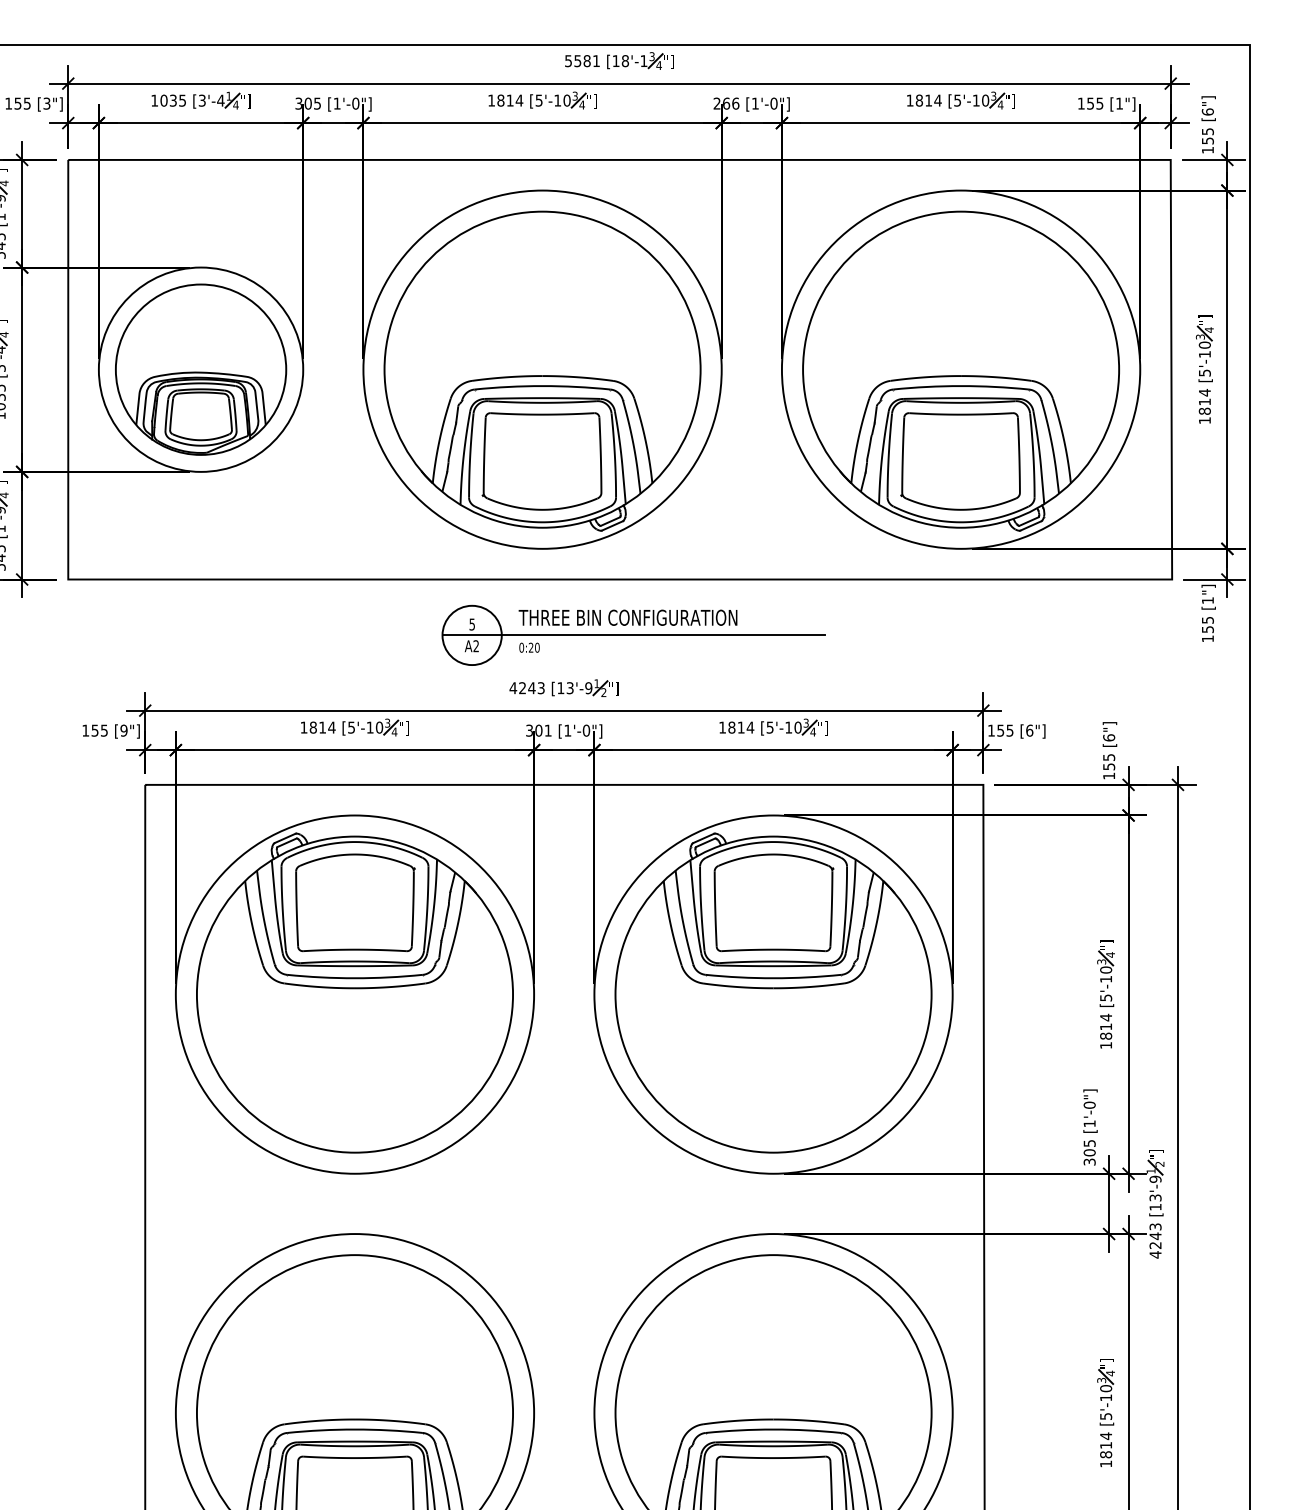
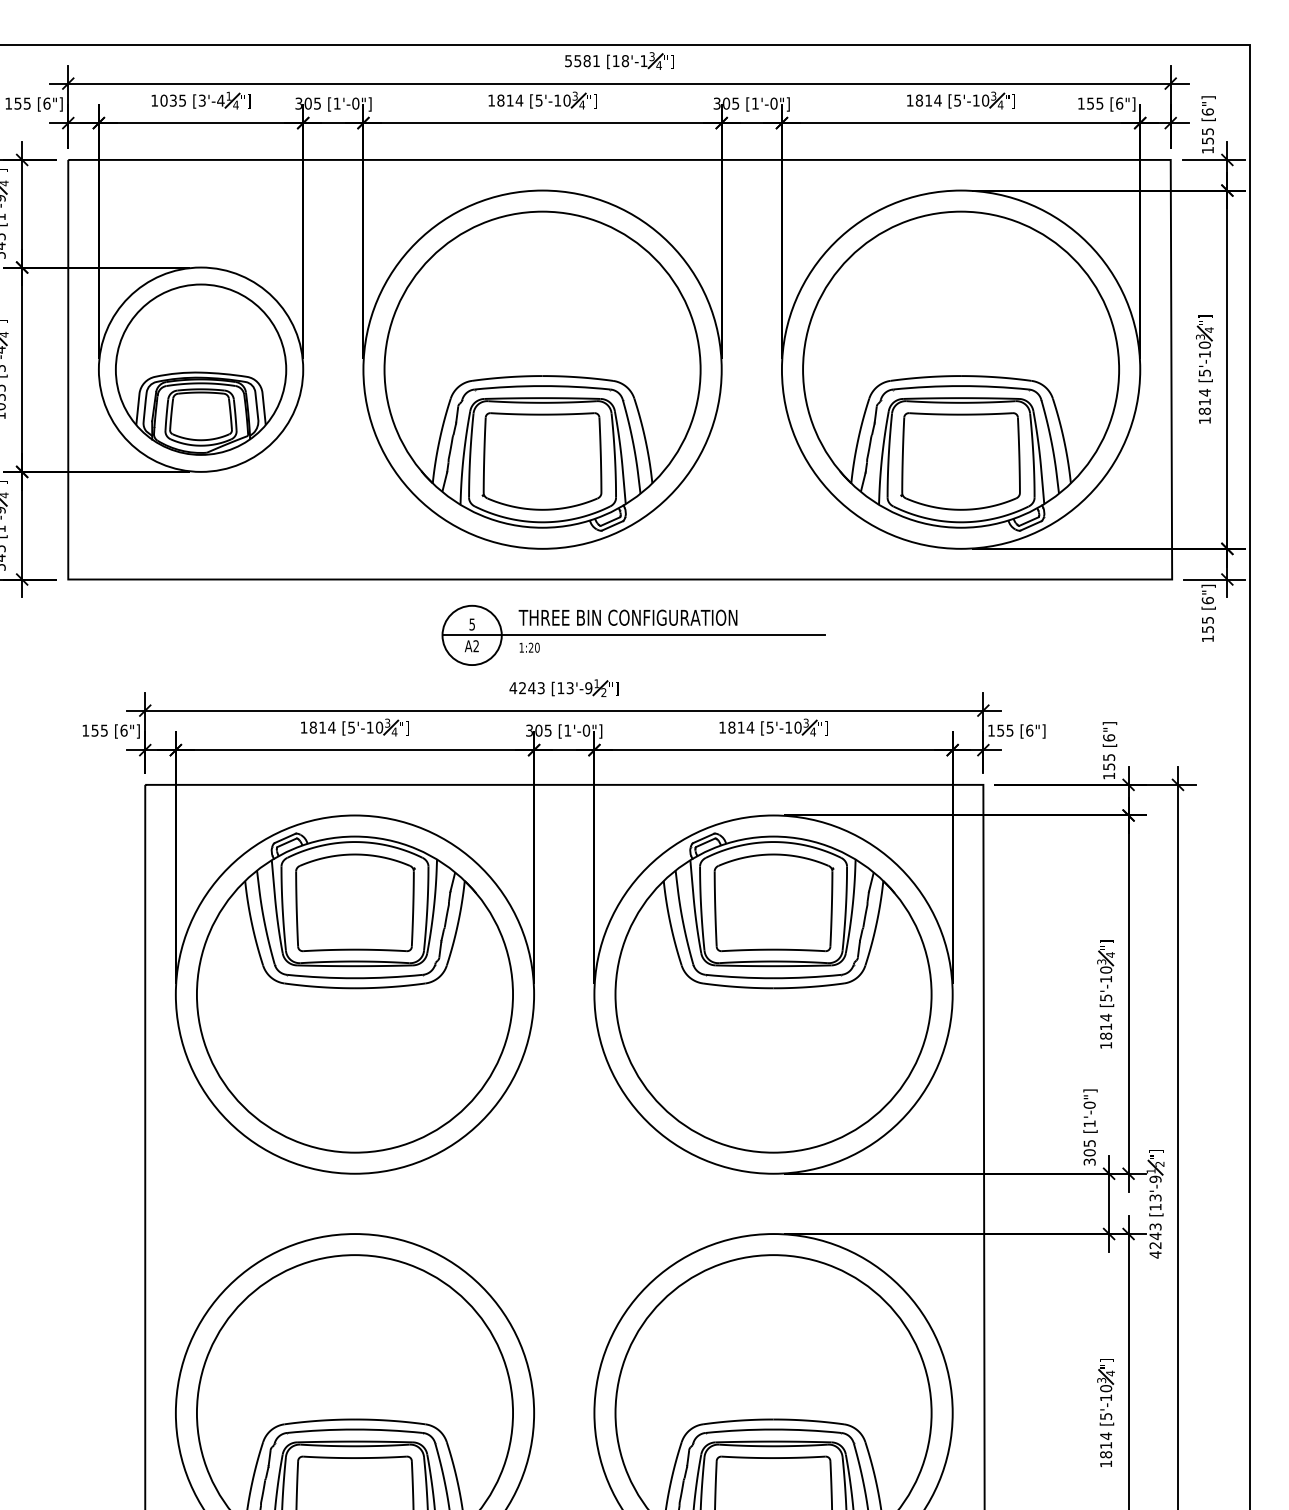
text at (46, 103): [3"] -> [6"]
text at (726, 103): 266 -> 305
text at (1119, 103): [1"] -> [6"]
text at (1207, 600): [1"] -> [6"]
text at (521, 647): 0:20 -> 1:20
text at (123, 730): [9"] -> [6"]
text at (547, 730): 301 -> 305
